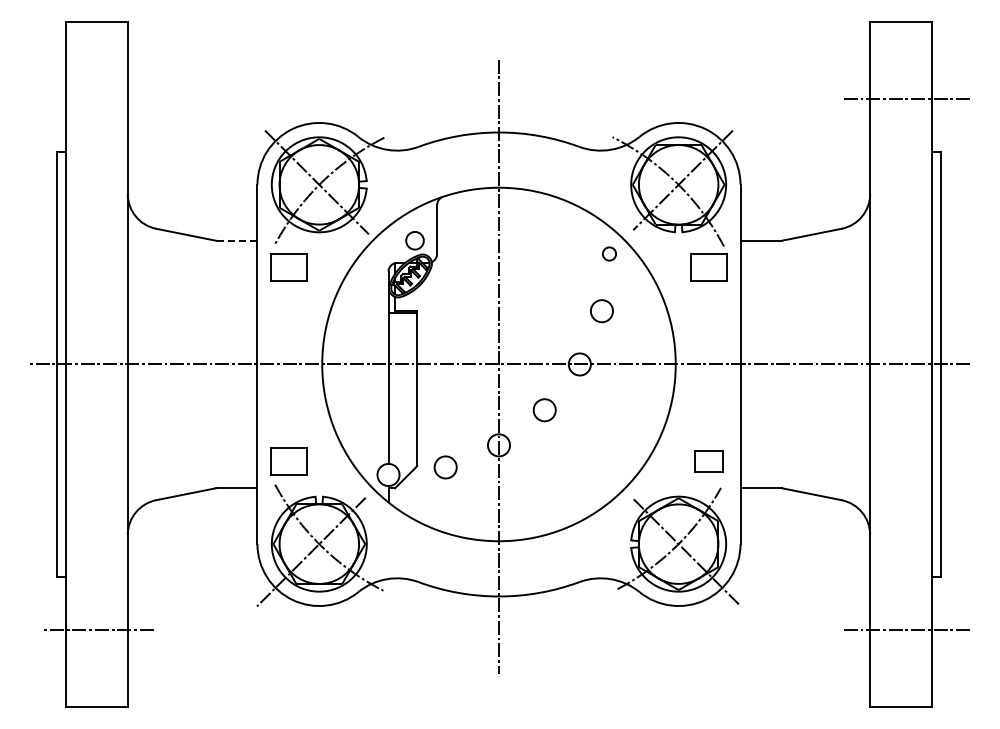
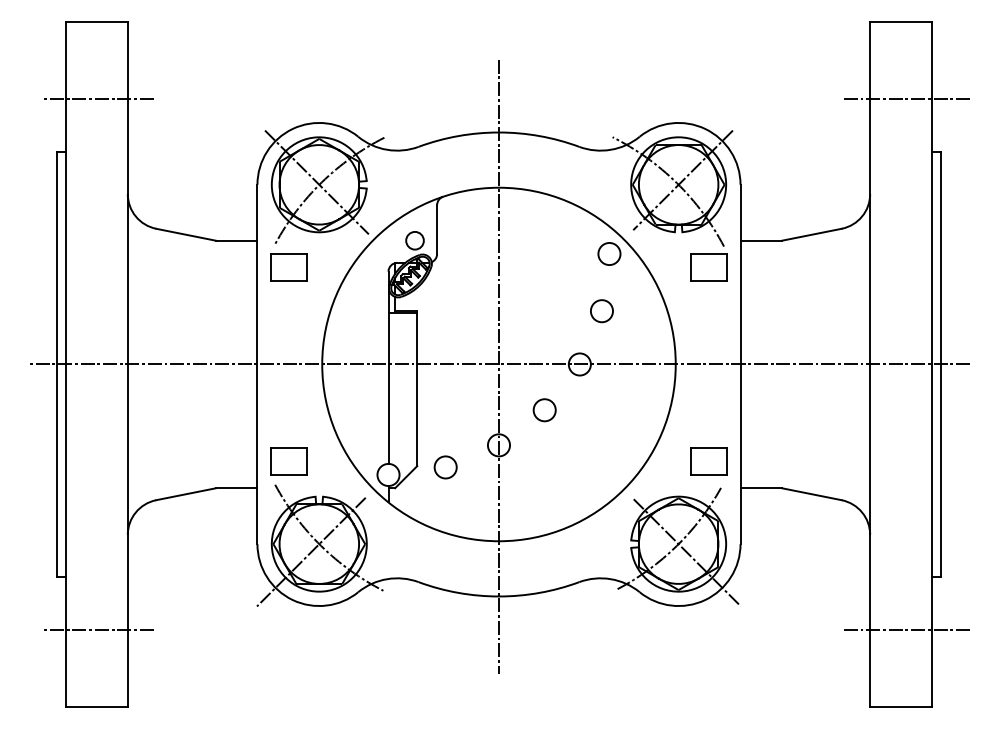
line at (97, 99): none -> present
line at (236, 240): dashed -> solid
circle at (609, 253) size: 15x16 px -> 25x24 px
part at (708, 461) size: 30x23 px -> 38x29 px
